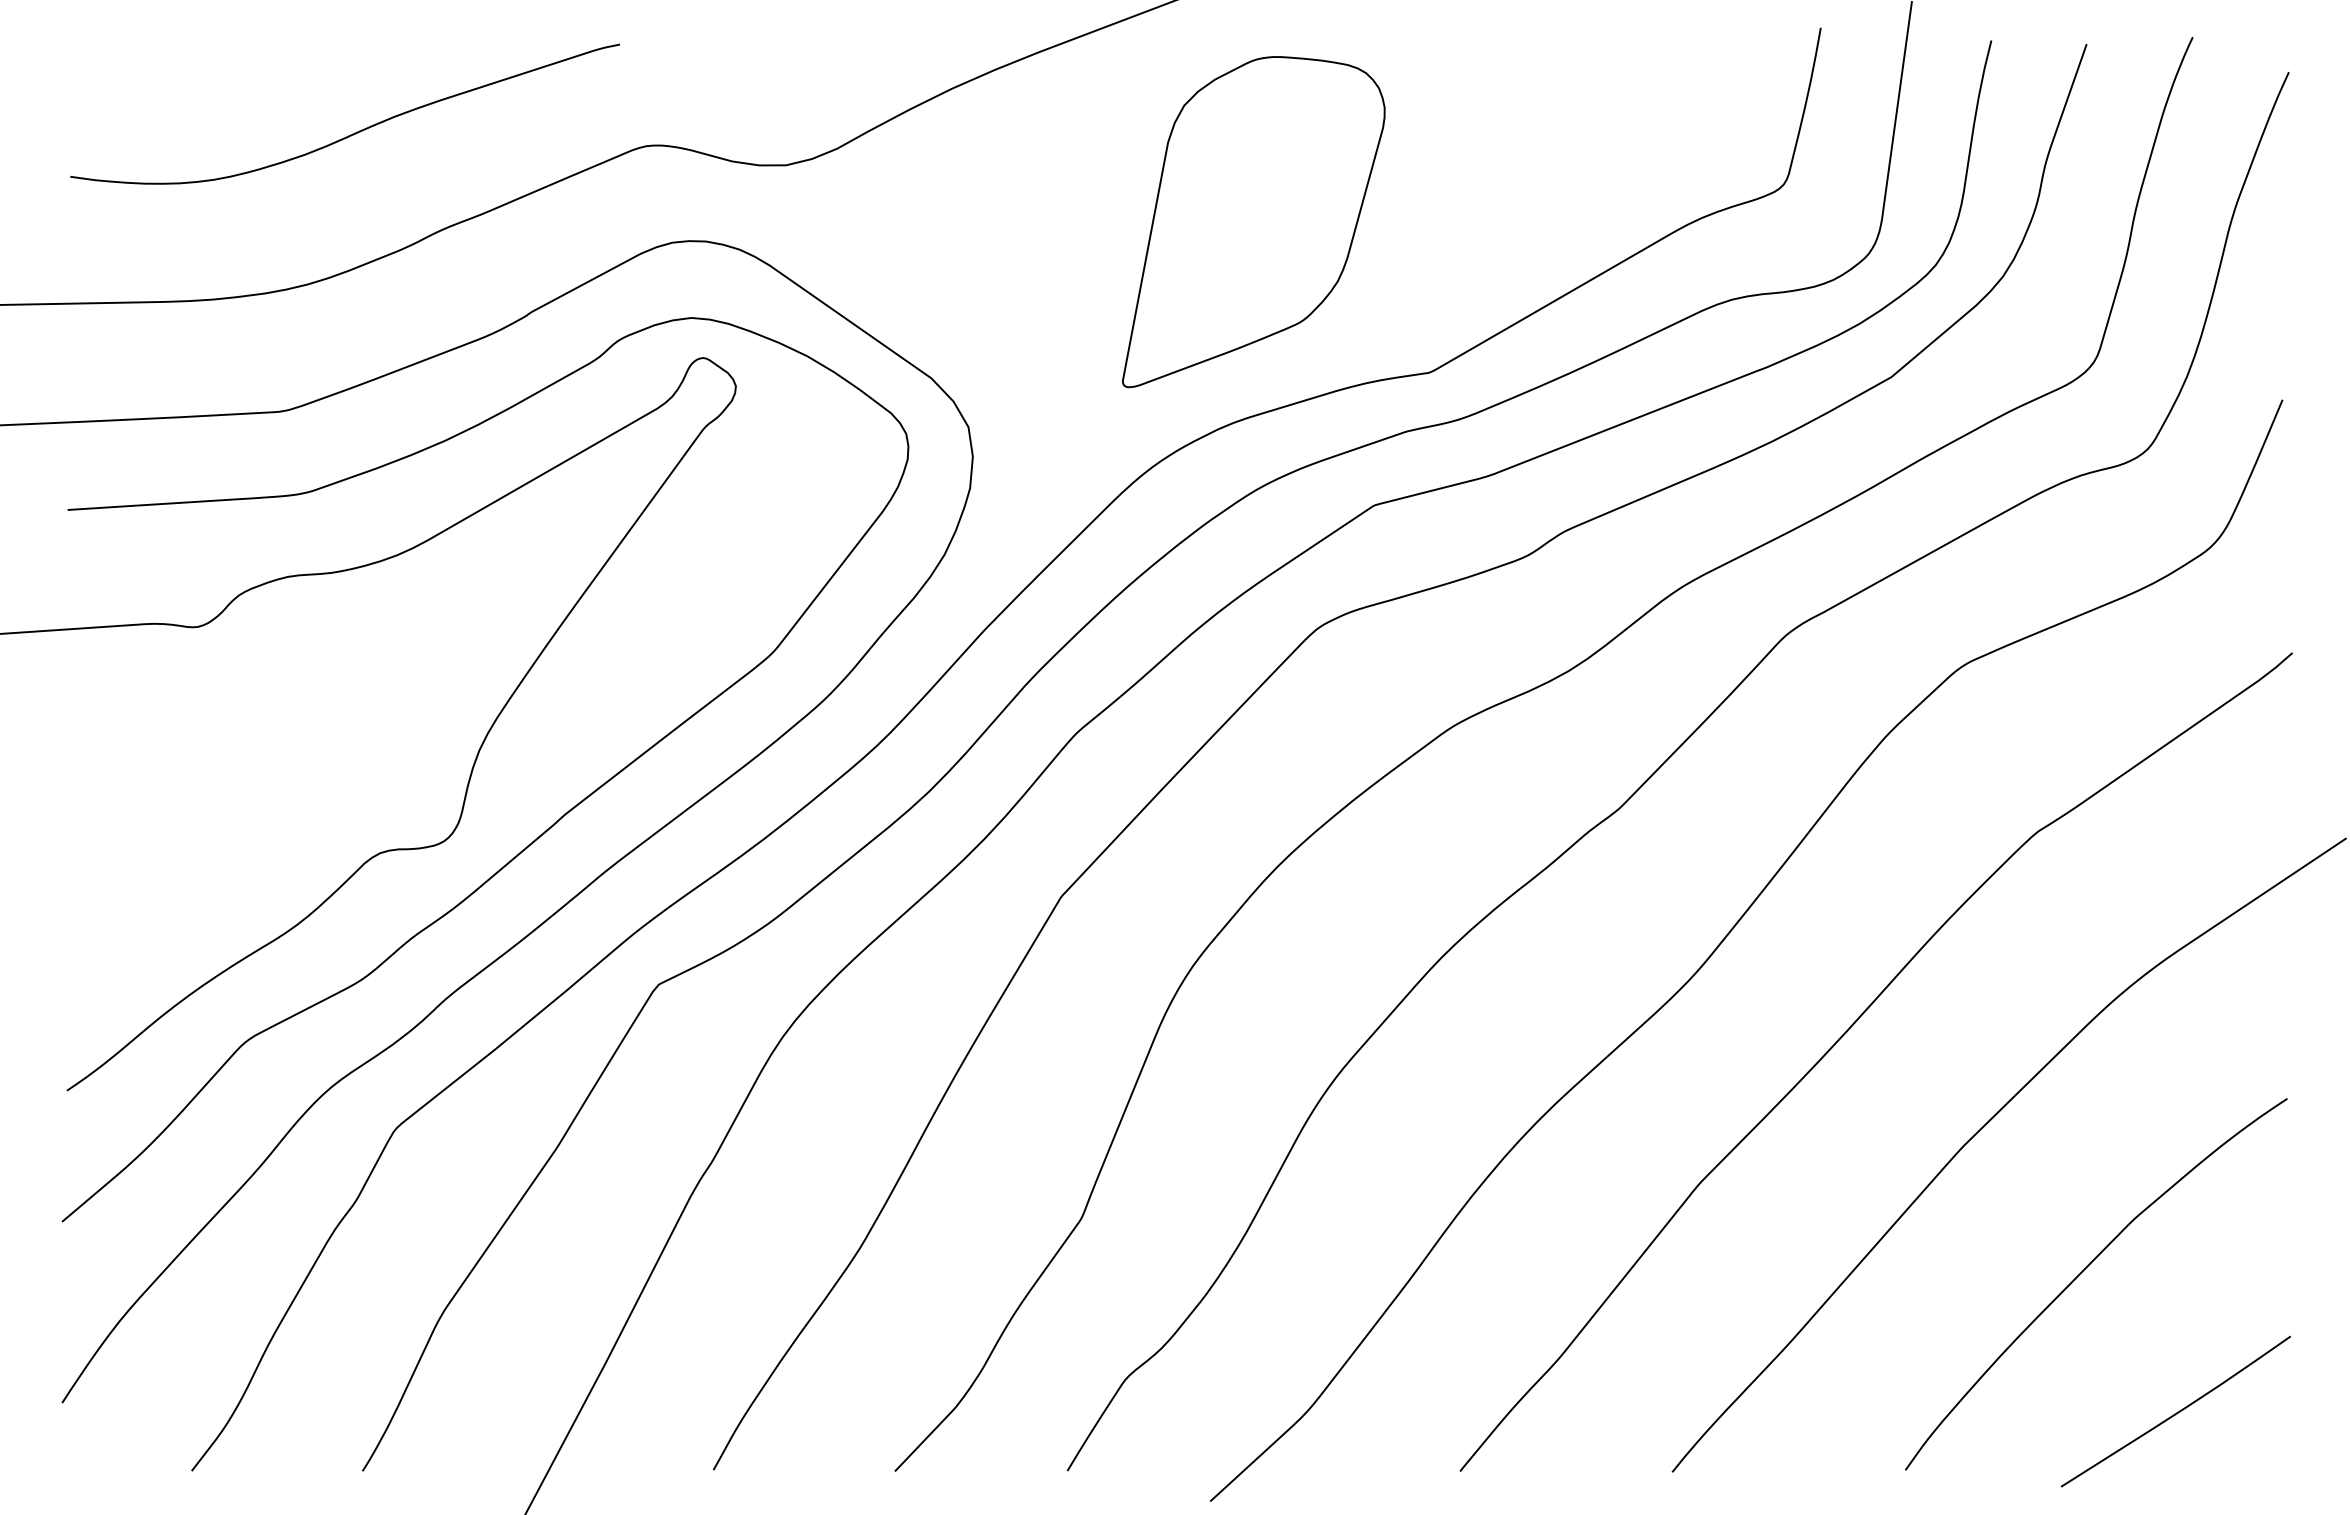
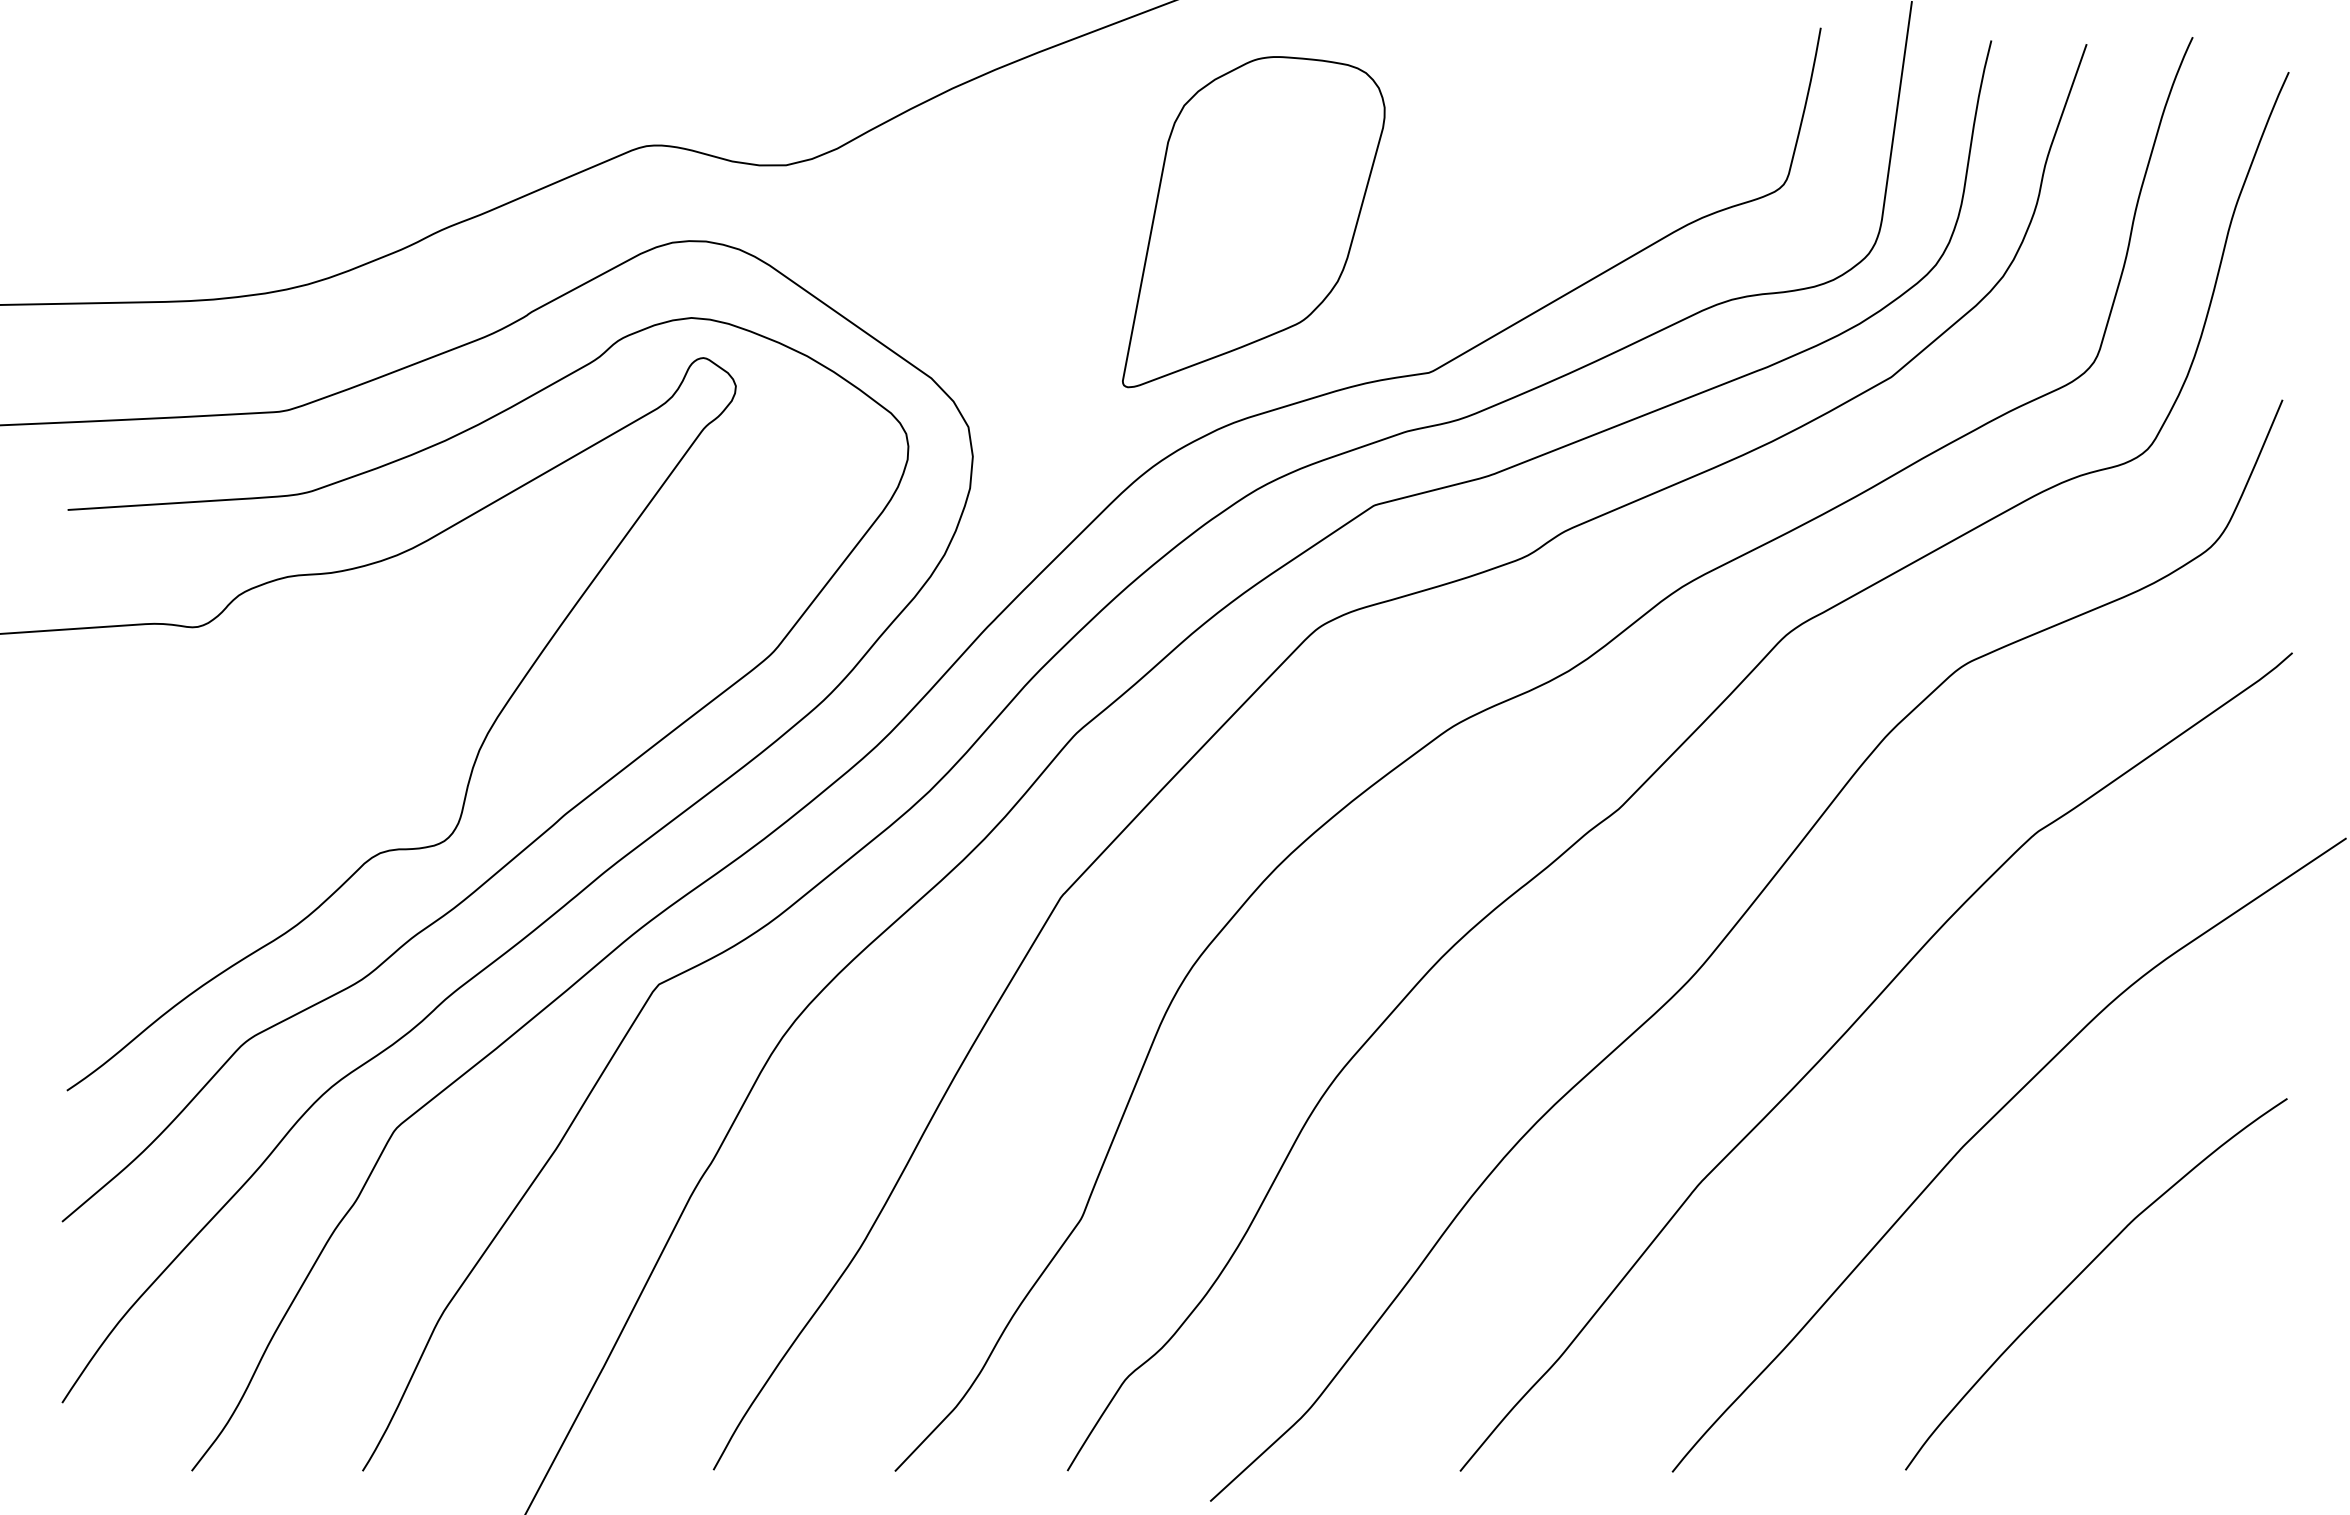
curve at (354, 132): present -> none
curve at (2176, 1412): present -> none
